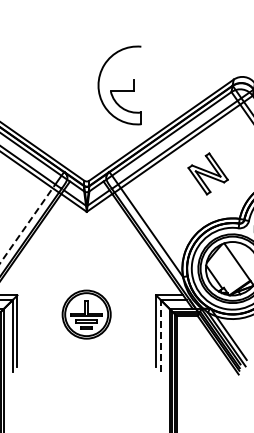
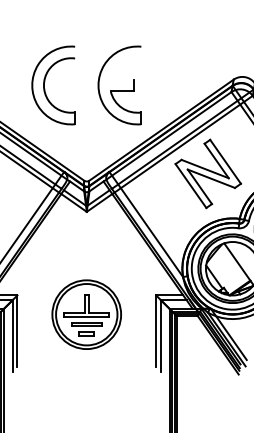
part at (45, 82): none -> present
part at (207, 173) size: 42x44 px -> 68x72 px
line at (28, 223): dashed -> solid
part at (86, 314) size: 51x51 px -> 71x71 px
line at (160, 335): dashed -> solid
